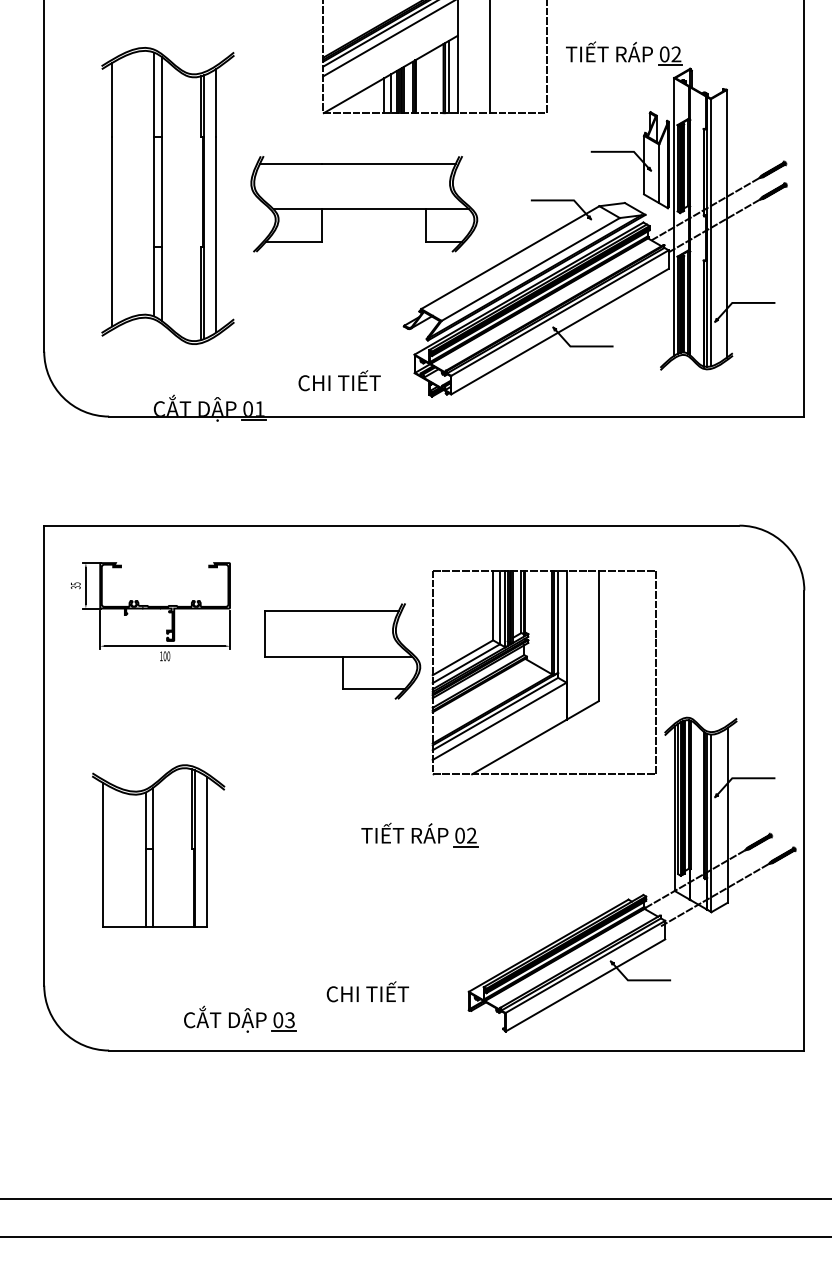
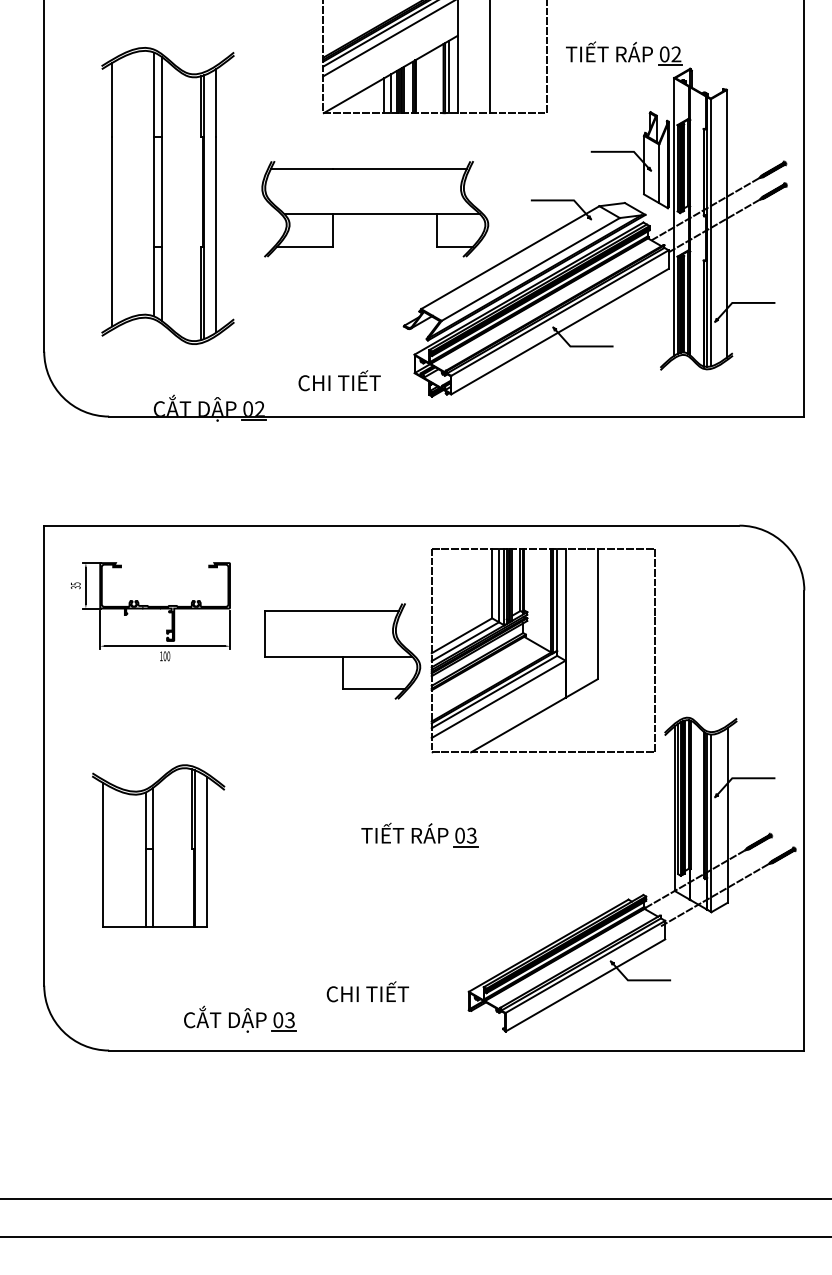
part at (364, 204) position: (364, 204) -> (375, 209)
text at (259, 408): 01 -> 02
part at (543, 672) position: (543, 672) -> (542, 650)
text at (471, 835): 02 -> 03
